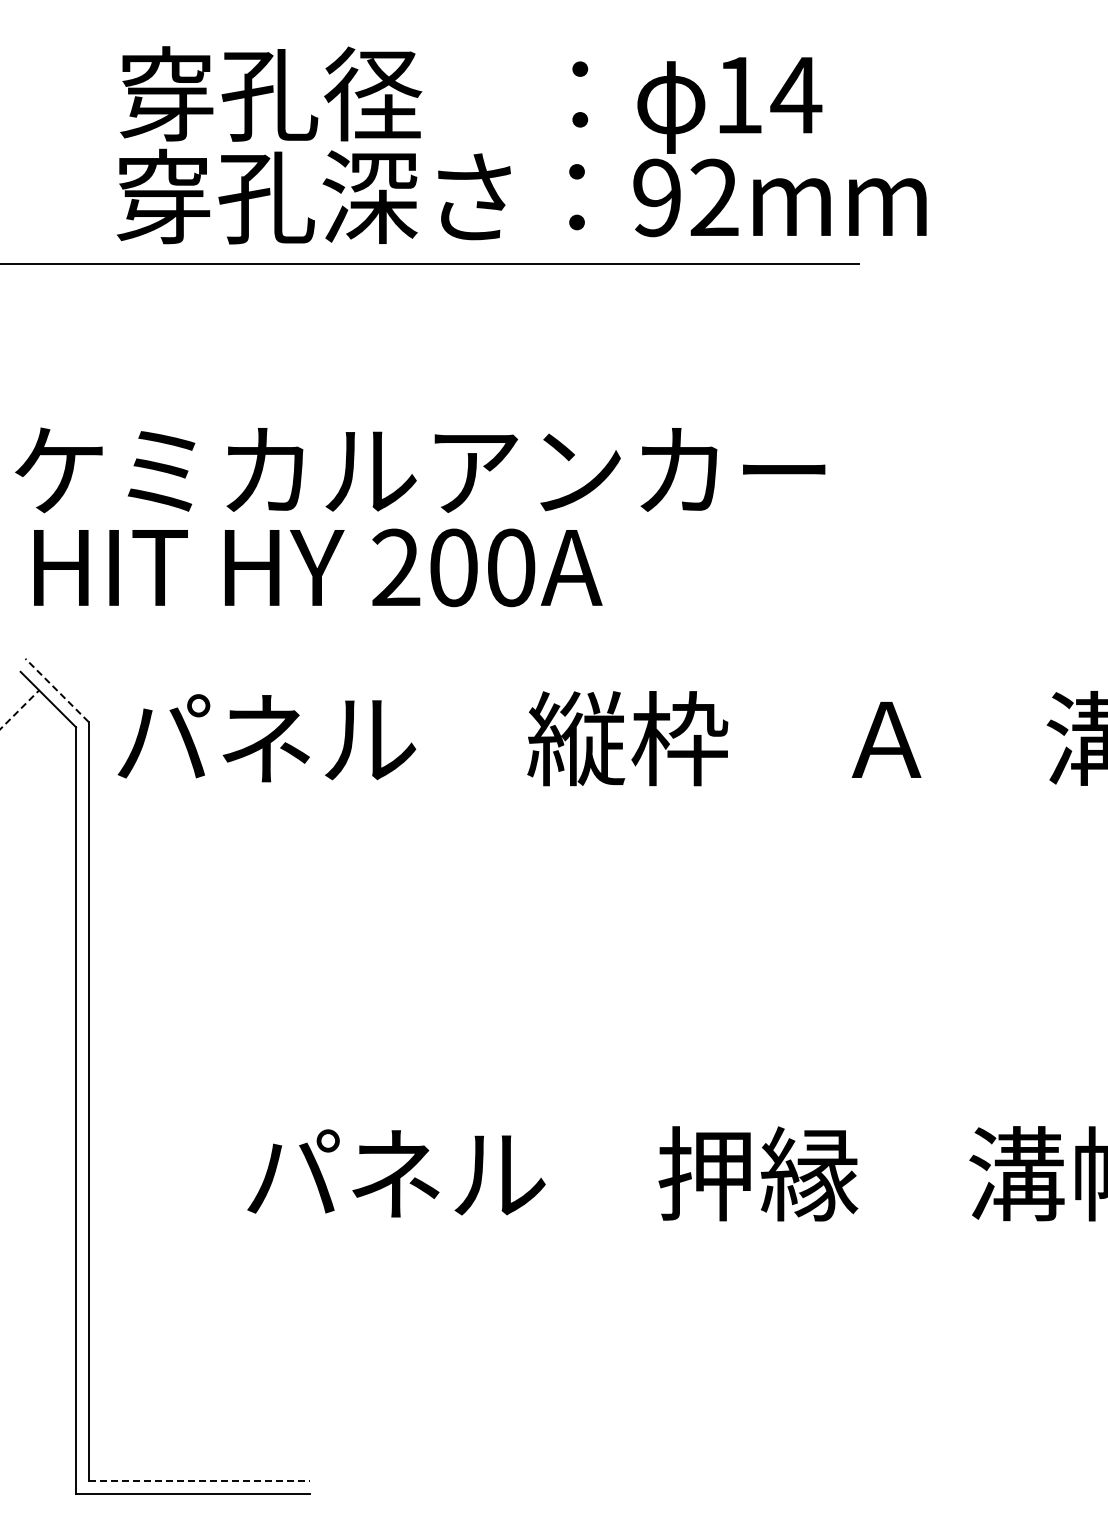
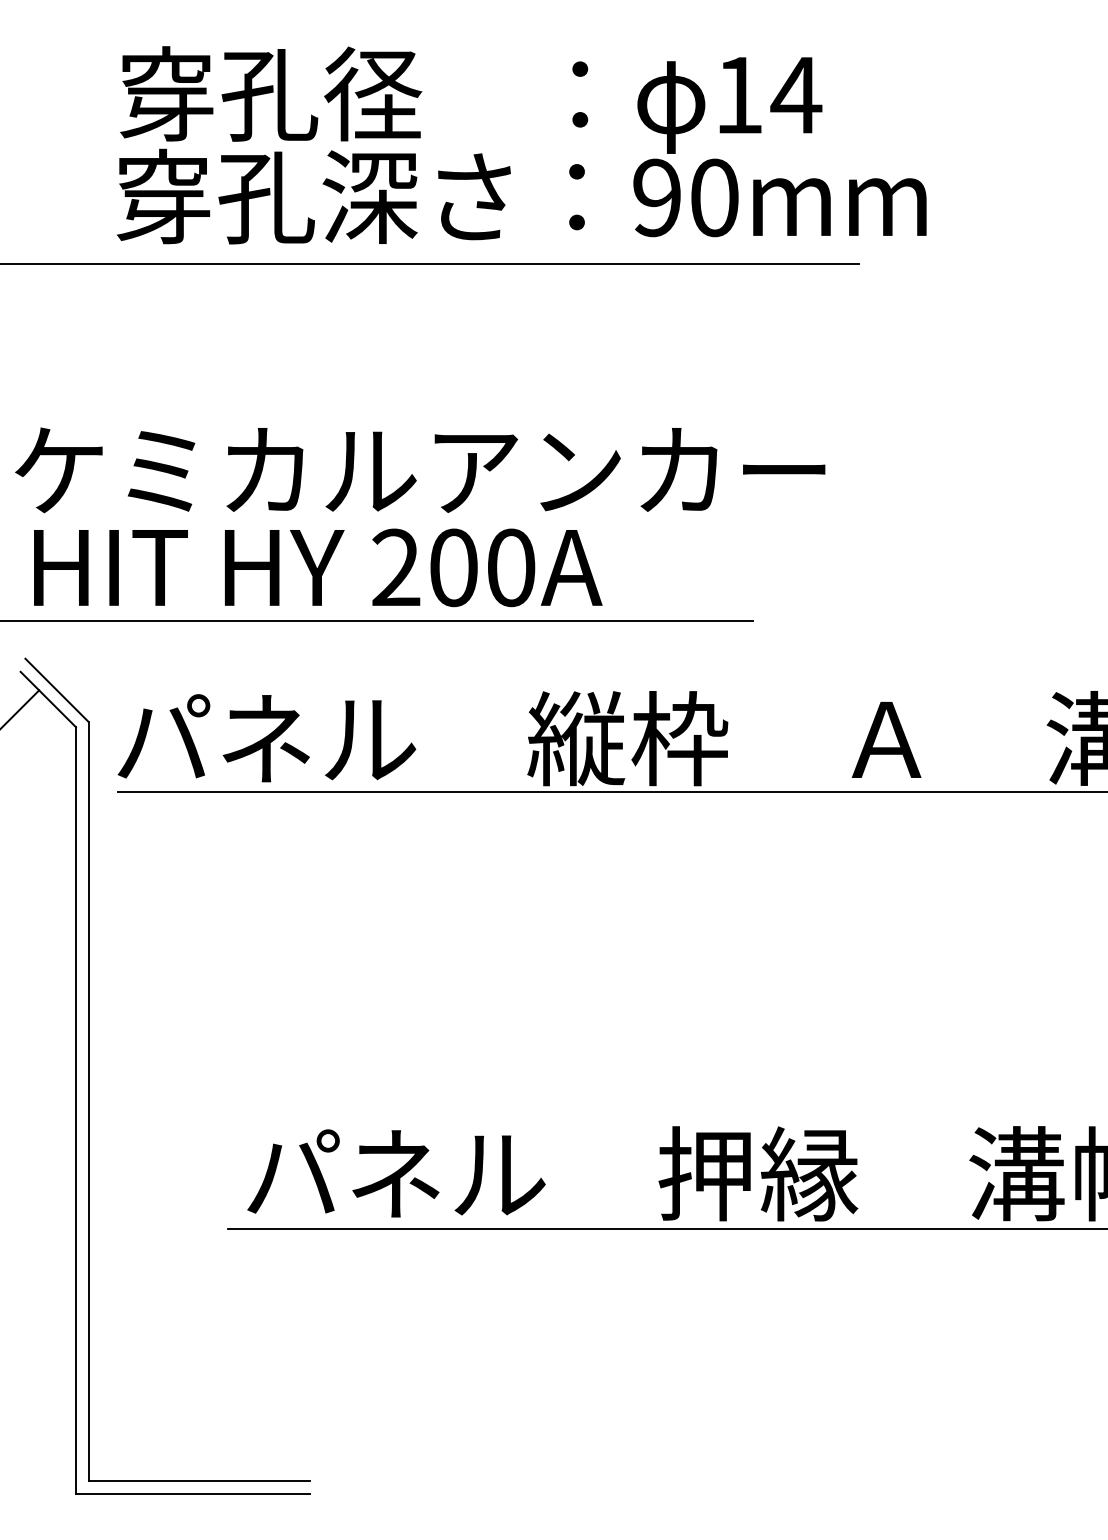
text at (714, 197): 92mm -> 90mm
line at (377, 620): none -> present
line at (57, 690): dashed -> solid
line at (20, 709): dashed -> solid
line at (611, 792): none -> present
line at (665, 1229): none -> present
line at (199, 1480): dashed -> solid
